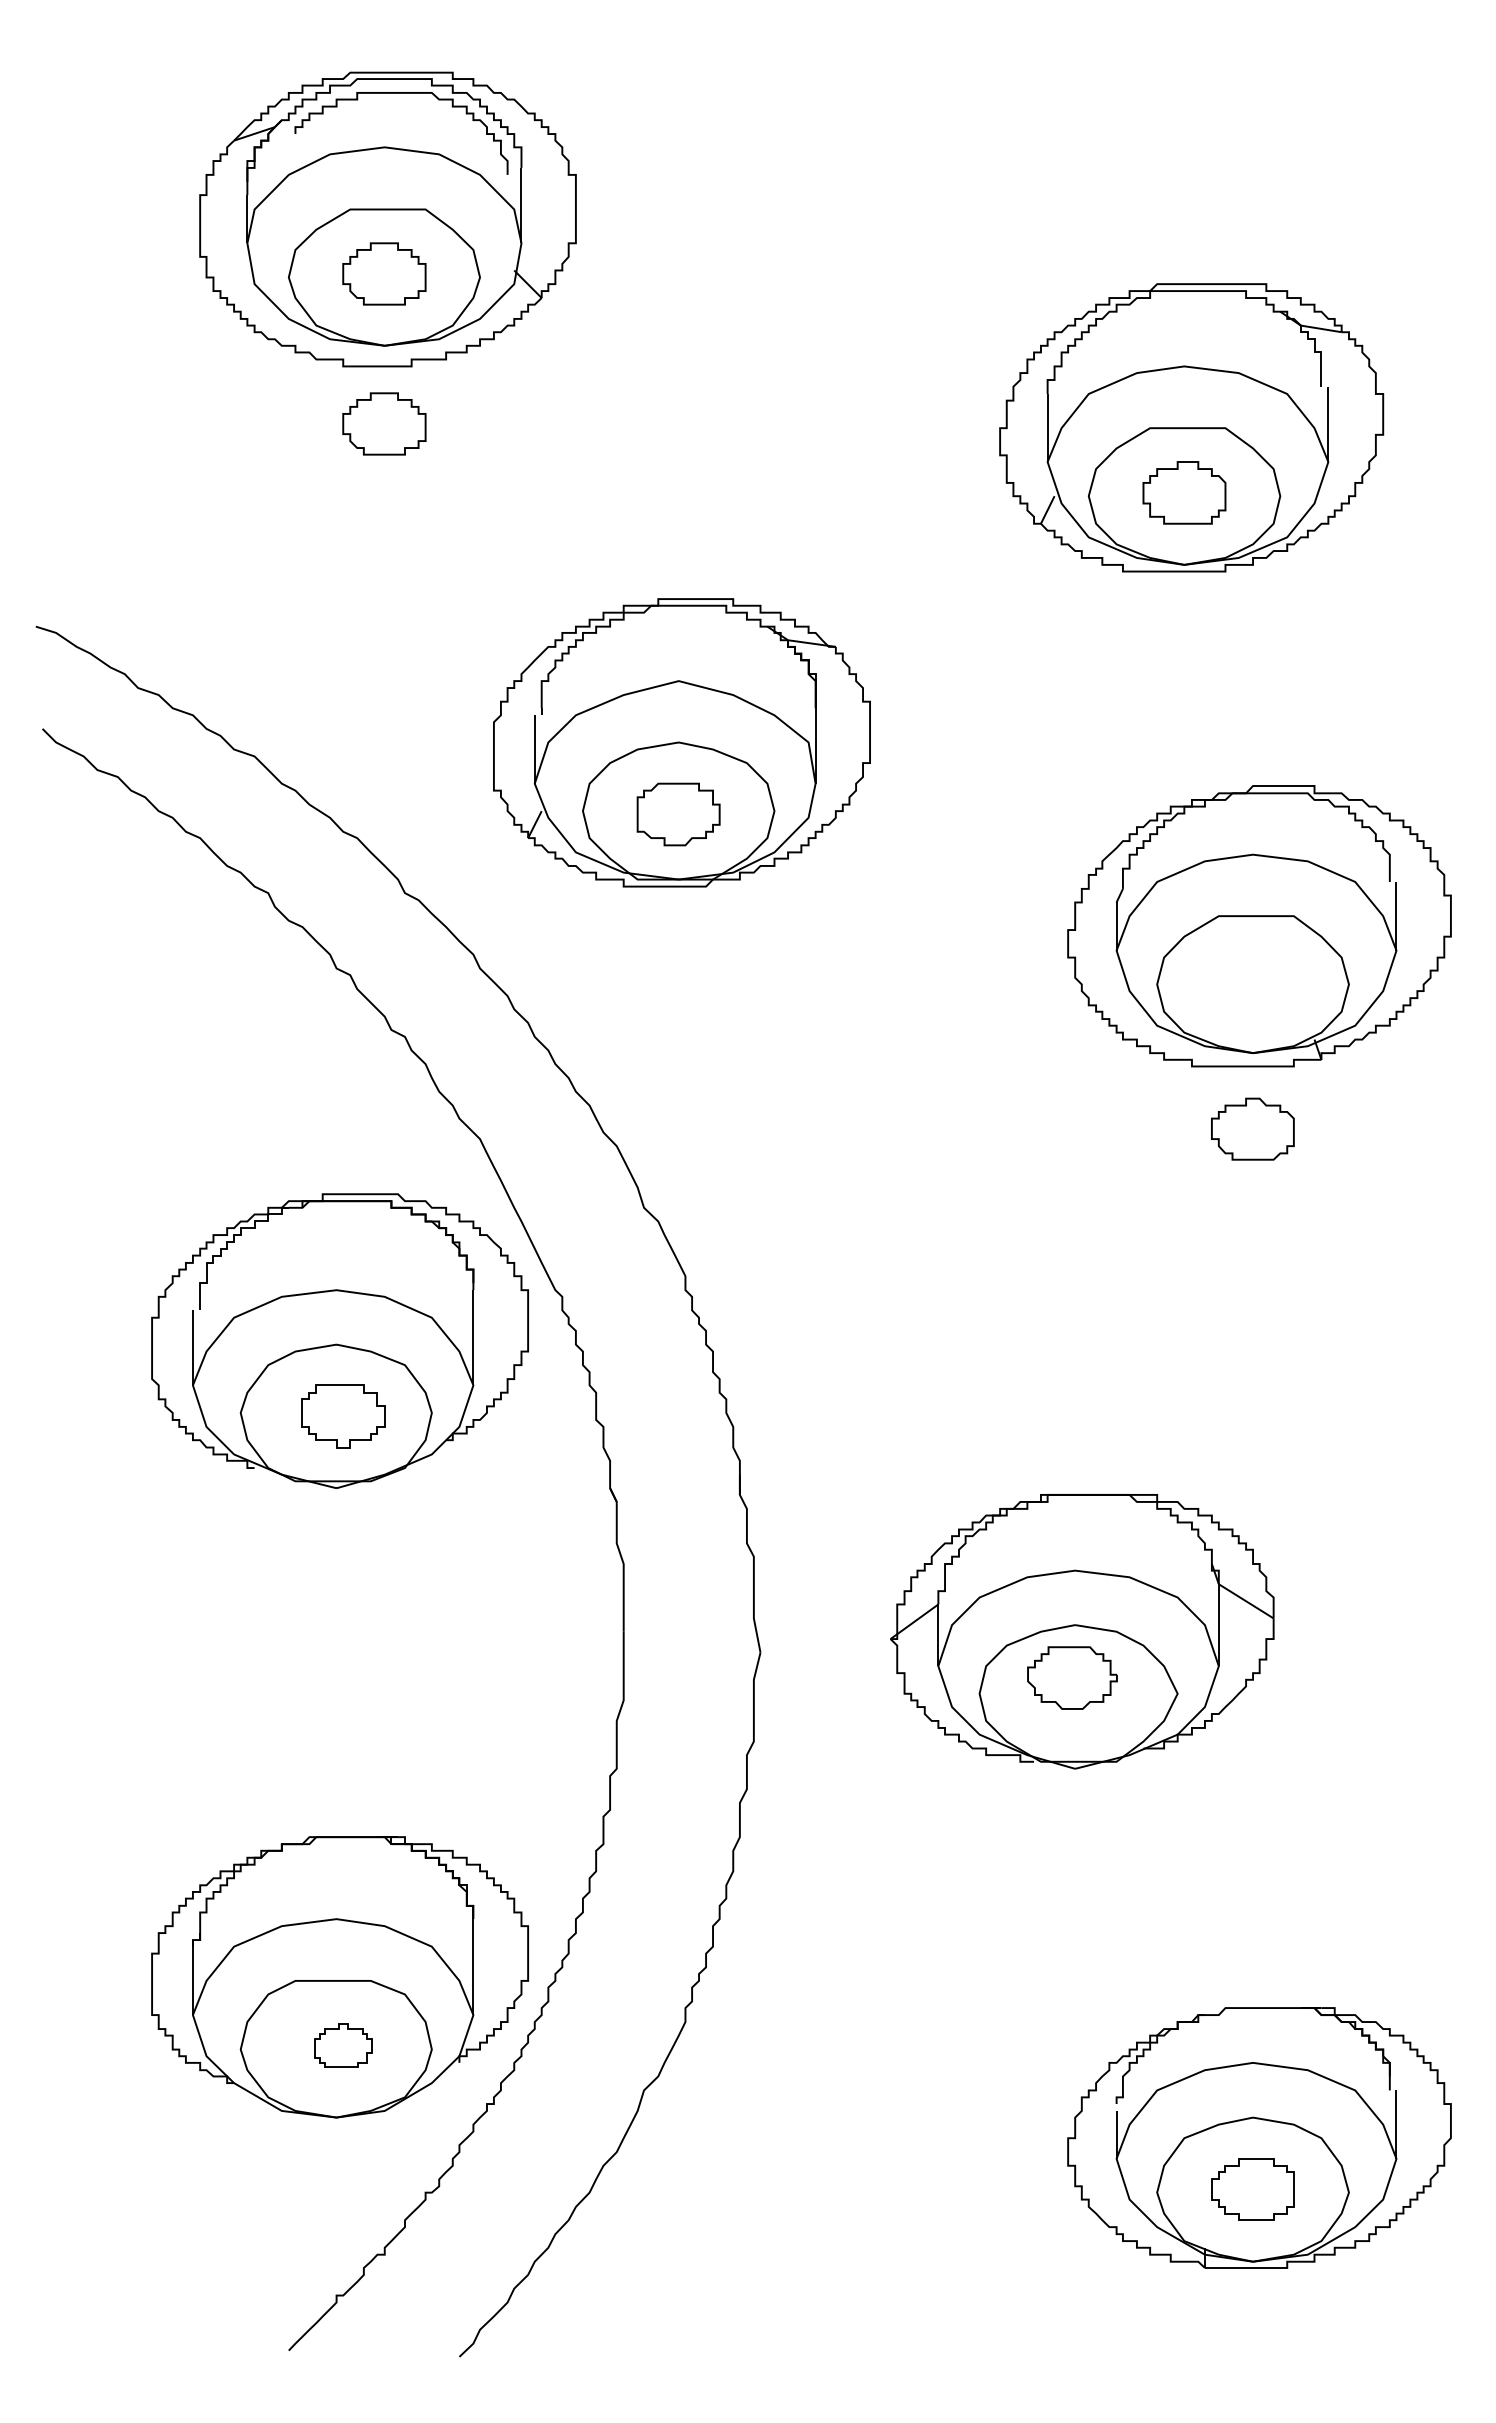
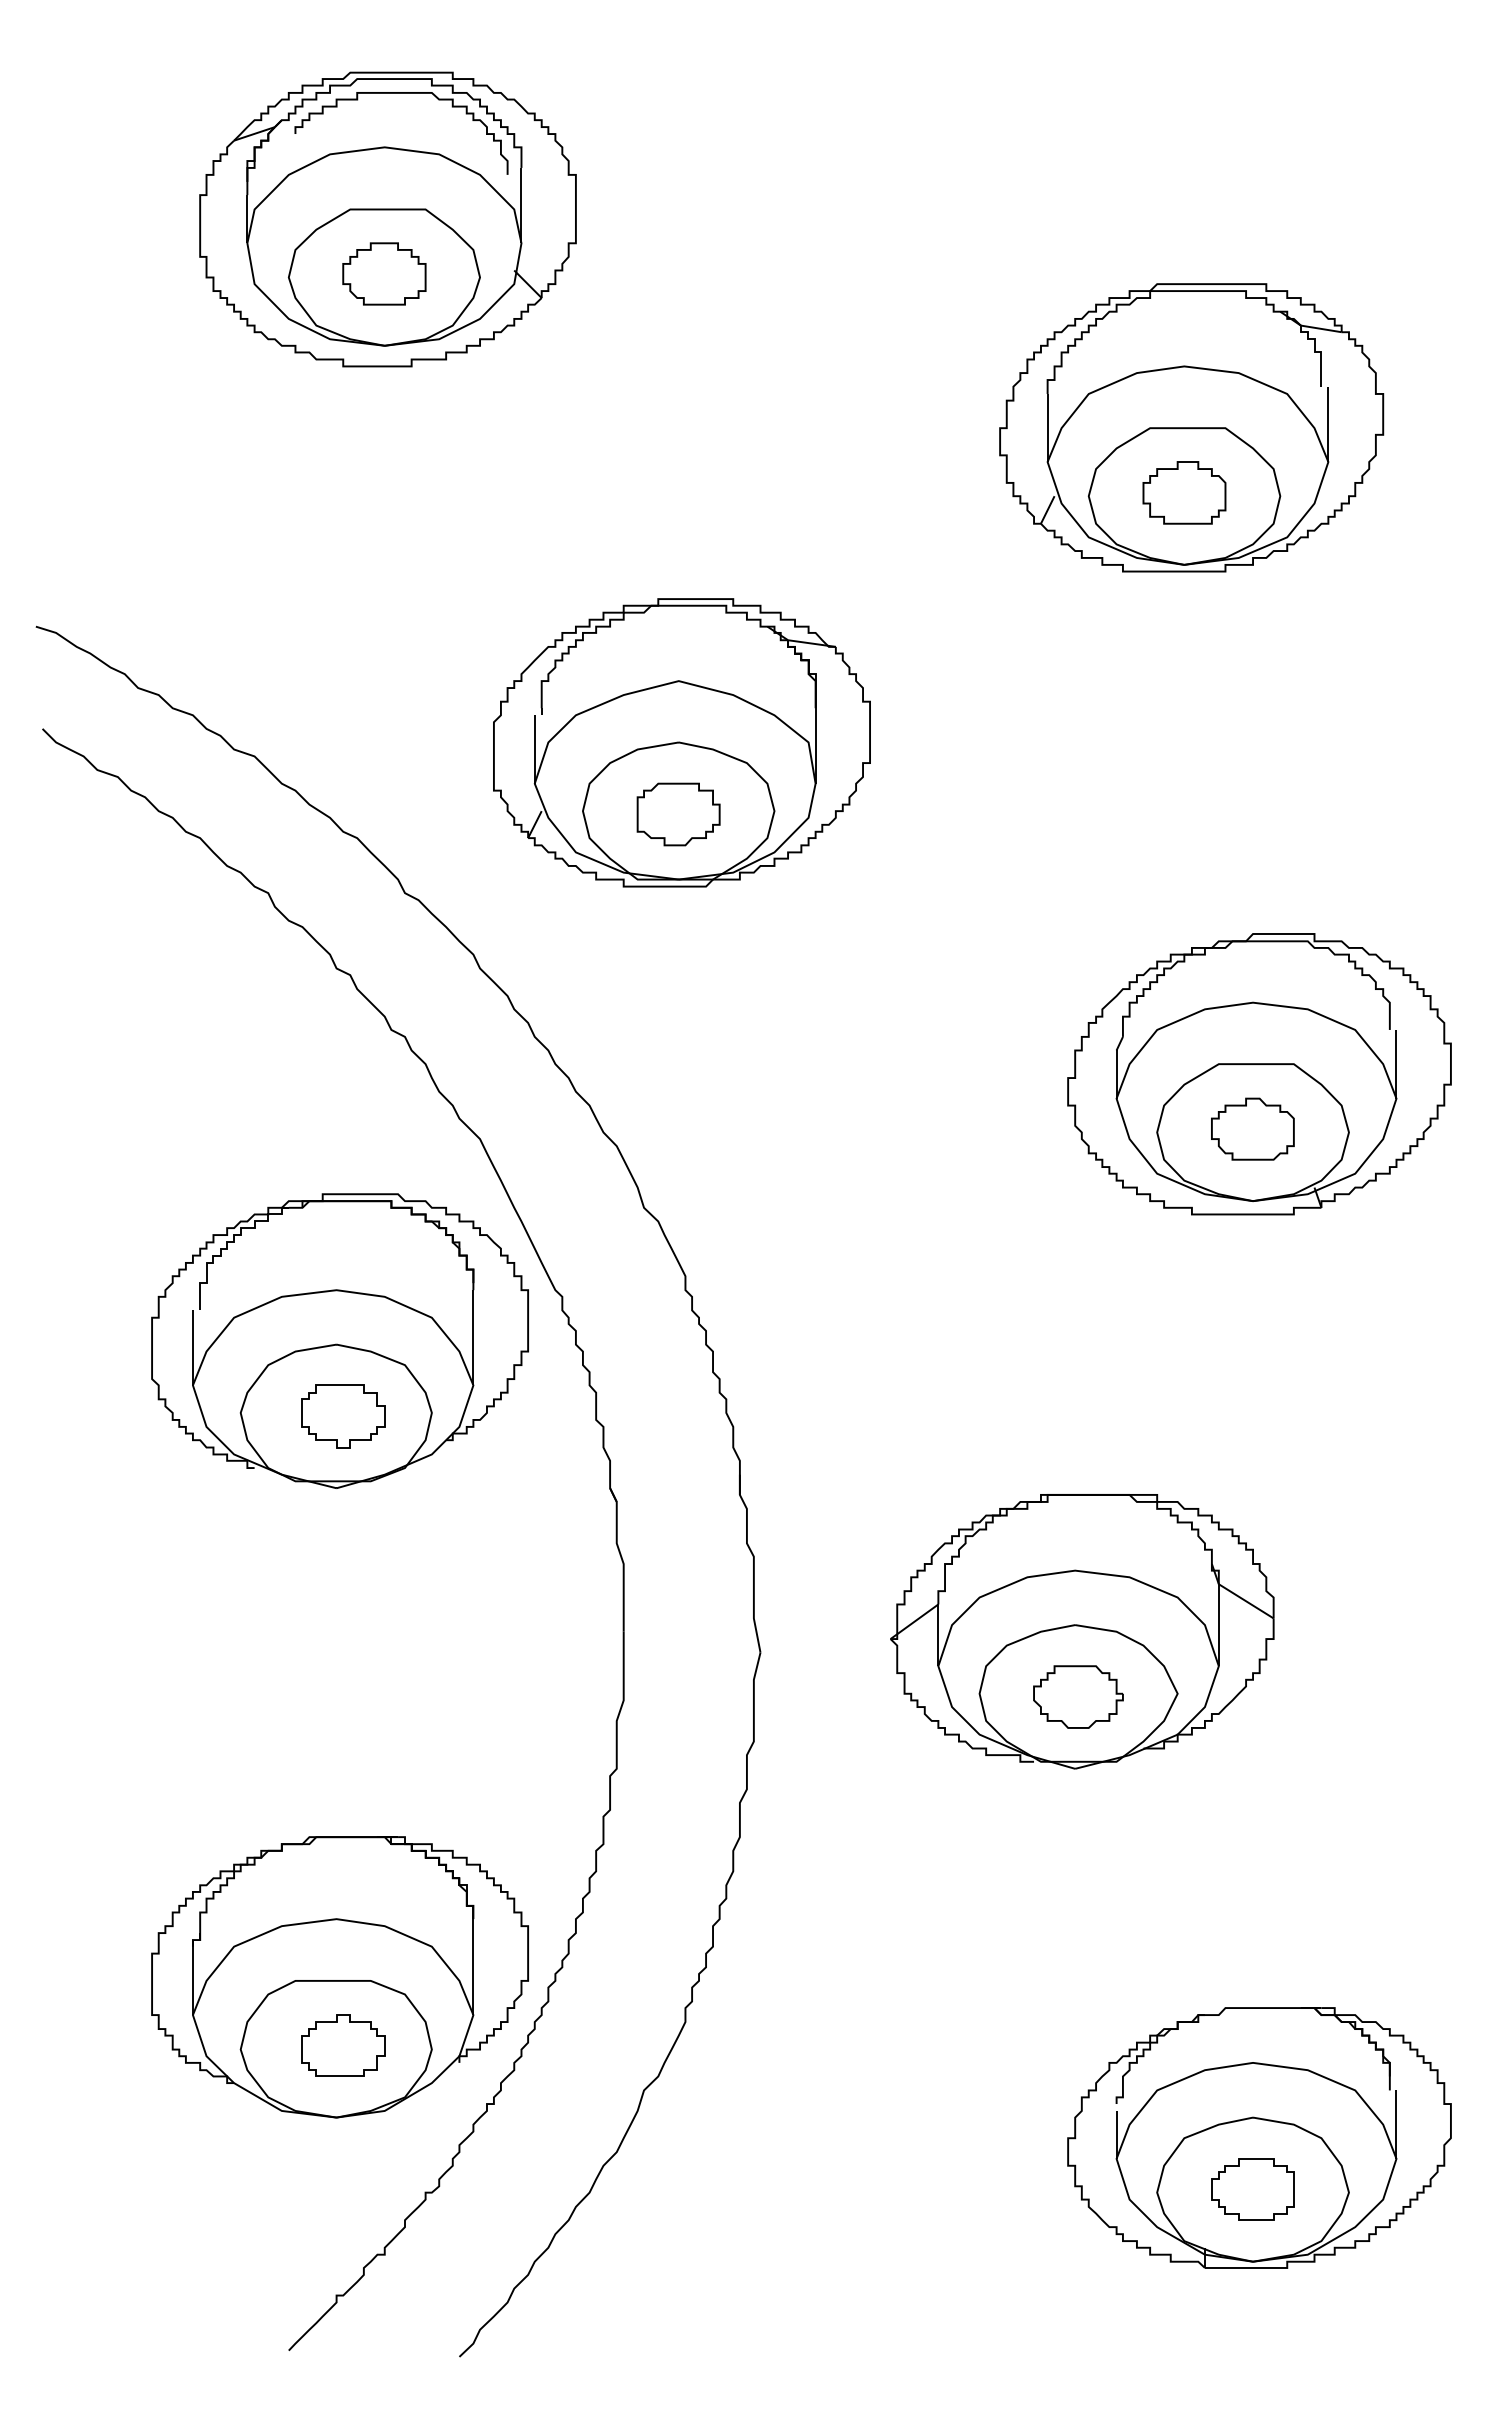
part at (384, 423): present -> none
part at (1259, 926) position: (1259, 926) -> (1259, 1074)
part at (1072, 1677) position: (1072, 1677) -> (1078, 1696)
part at (343, 2045) size: 59x45 px -> 85x63 px
